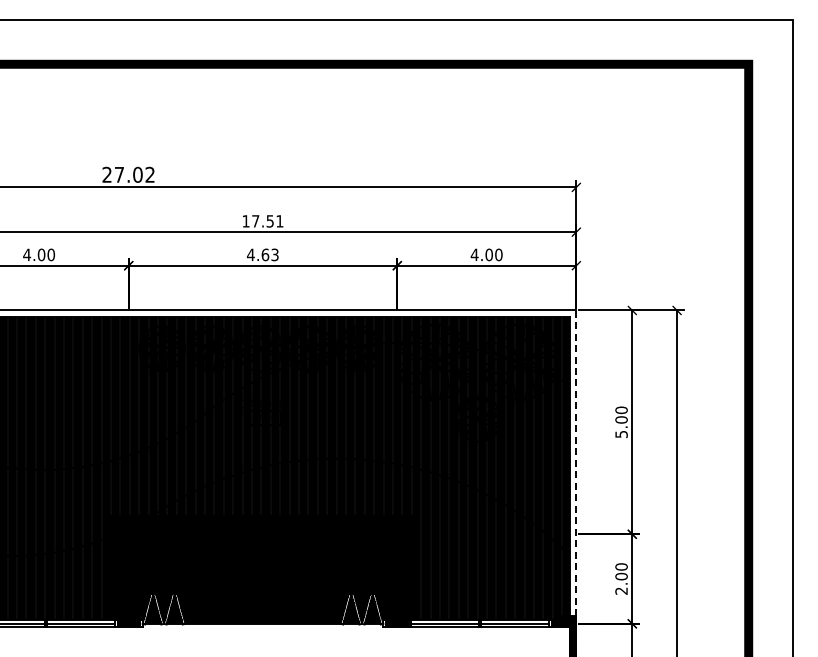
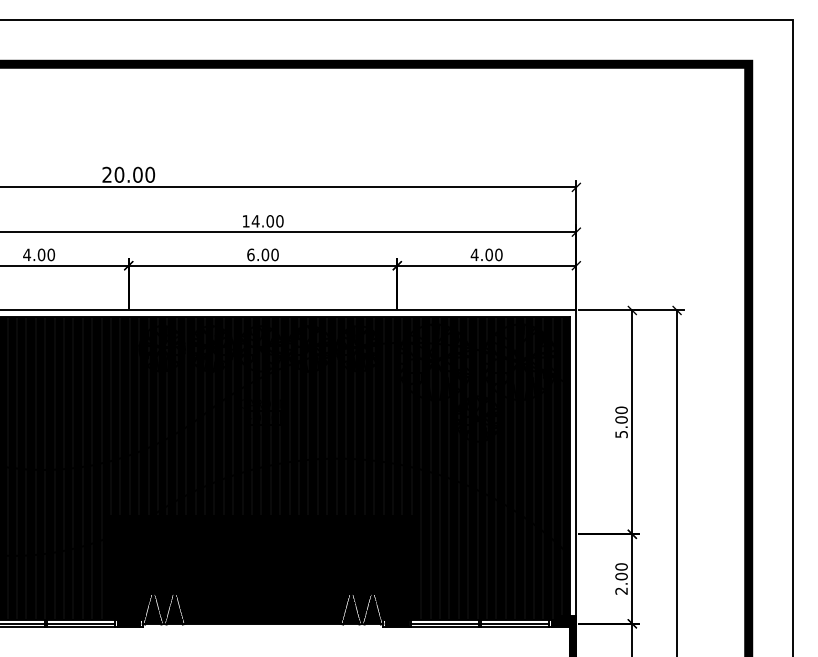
text at (134, 174): 27.02 -> 20.00
text at (267, 221): 17.51 -> 14.00
text at (262, 254): 4.63 -> 6.00
line at (576, 463): dashed -> solid
